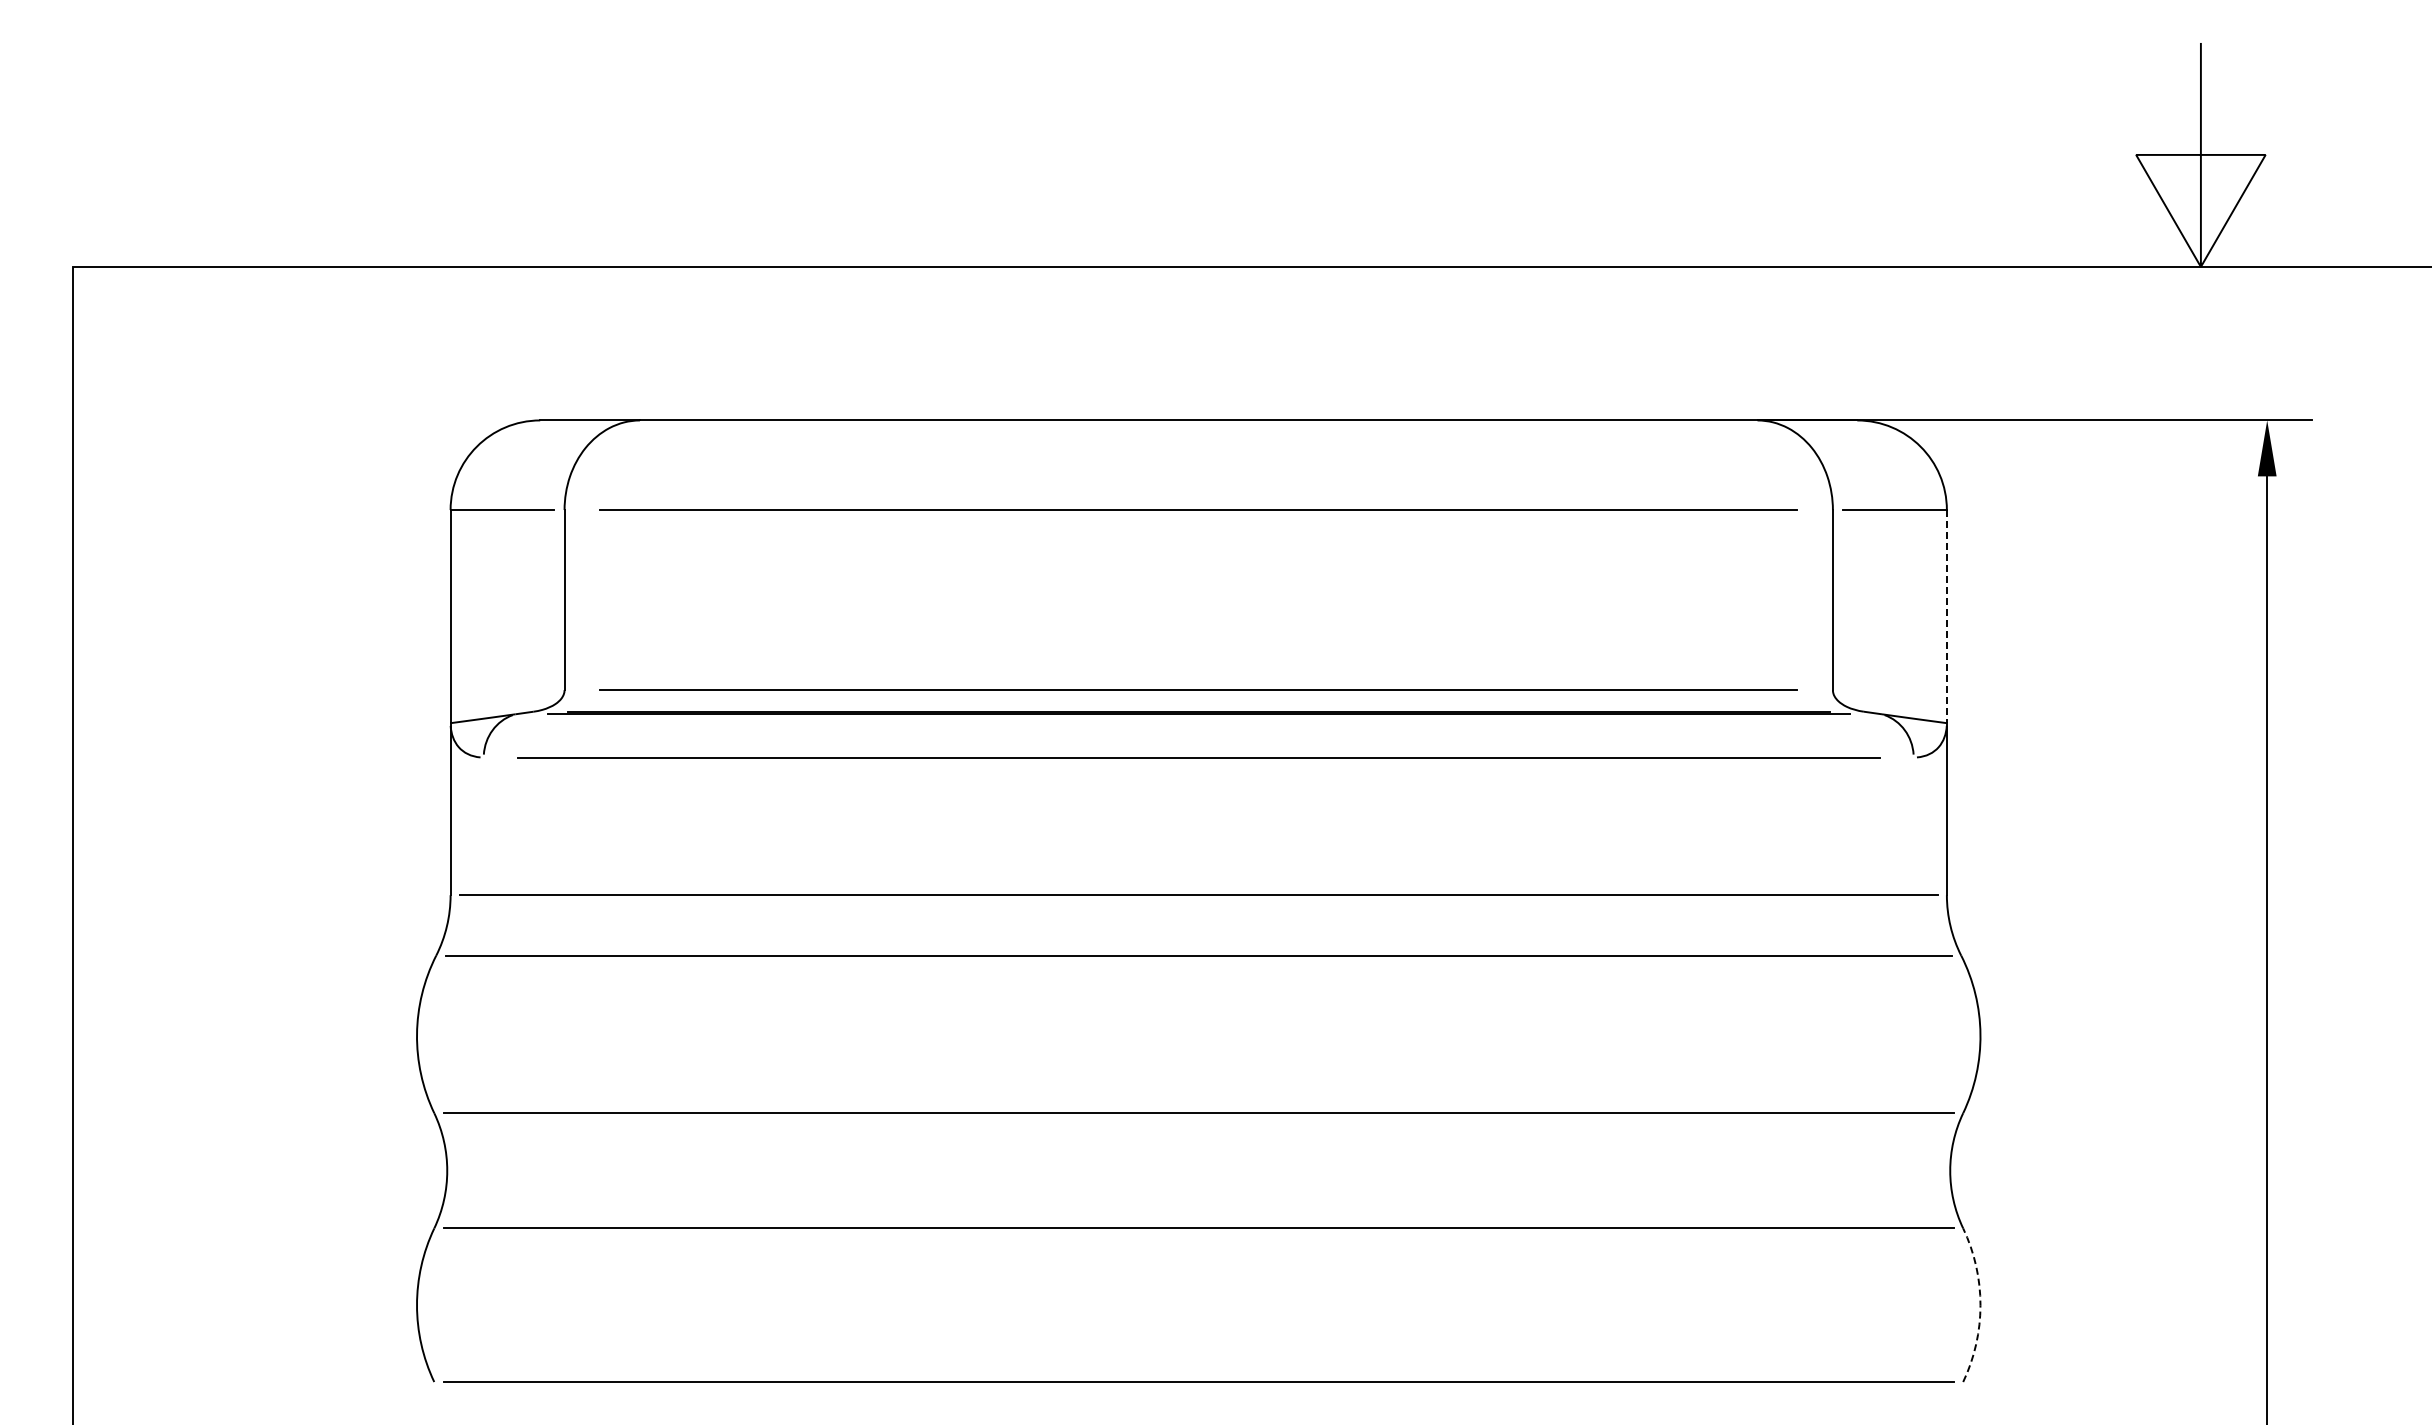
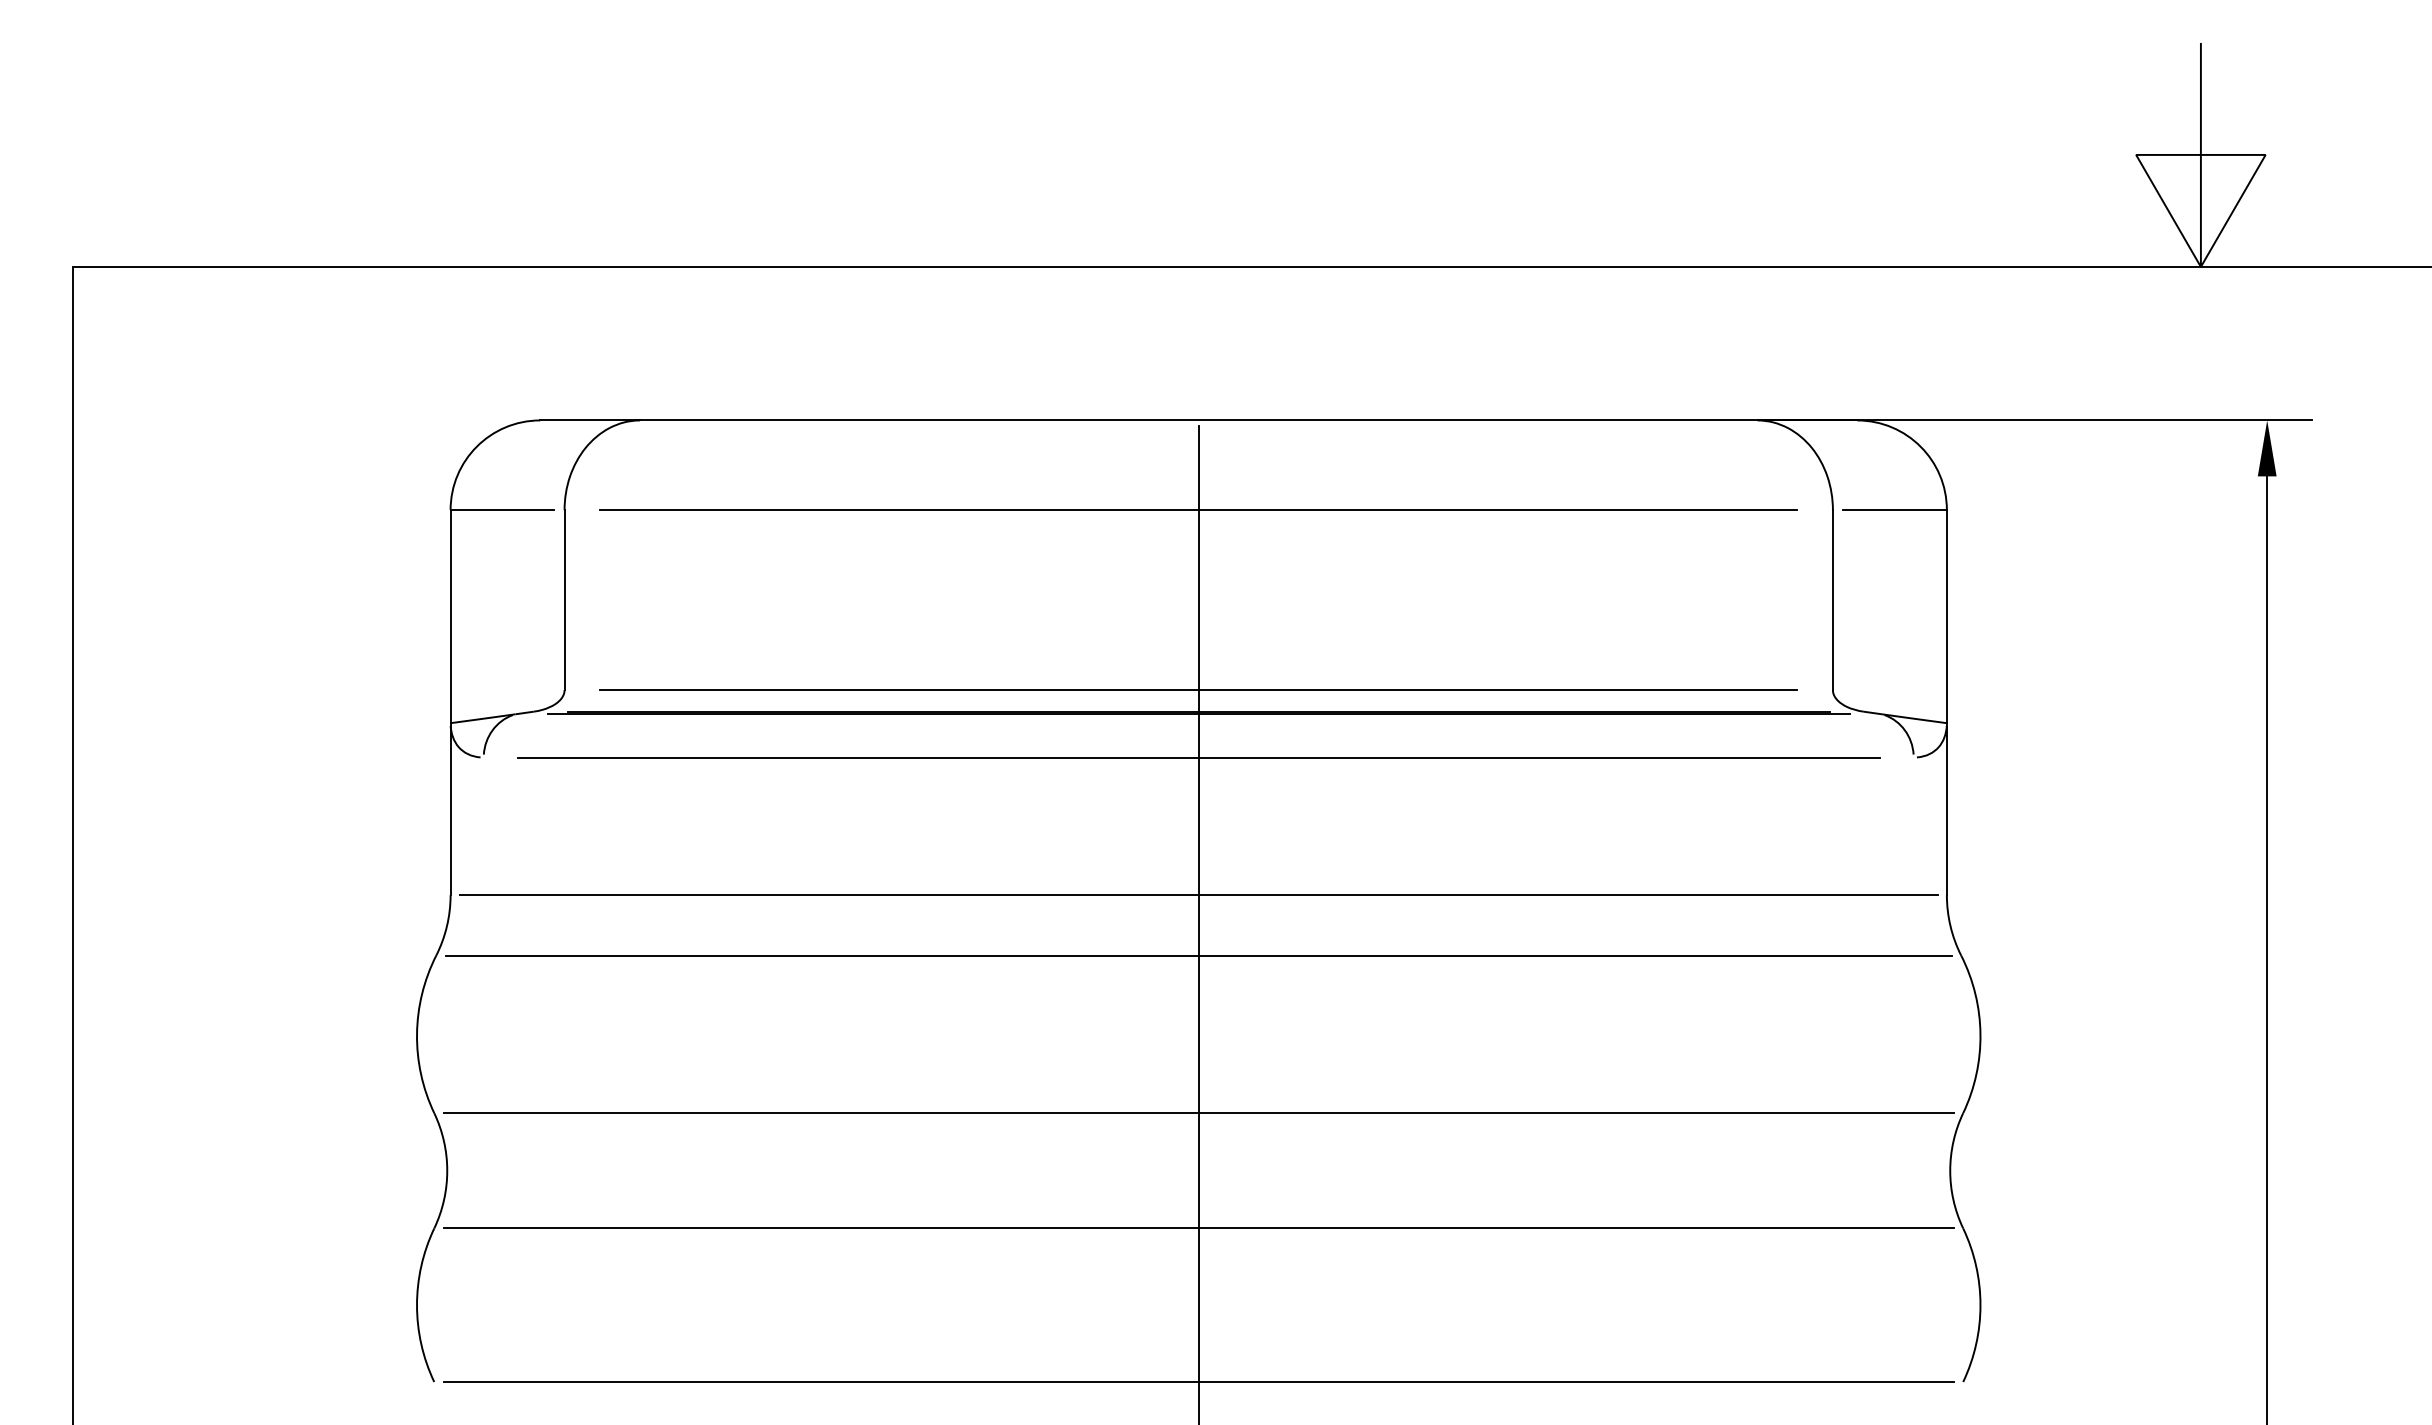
line at (1946, 616): dashed -> solid
line at (1198, 923): none -> present
arc at (1980, 1305): dashed -> solid
